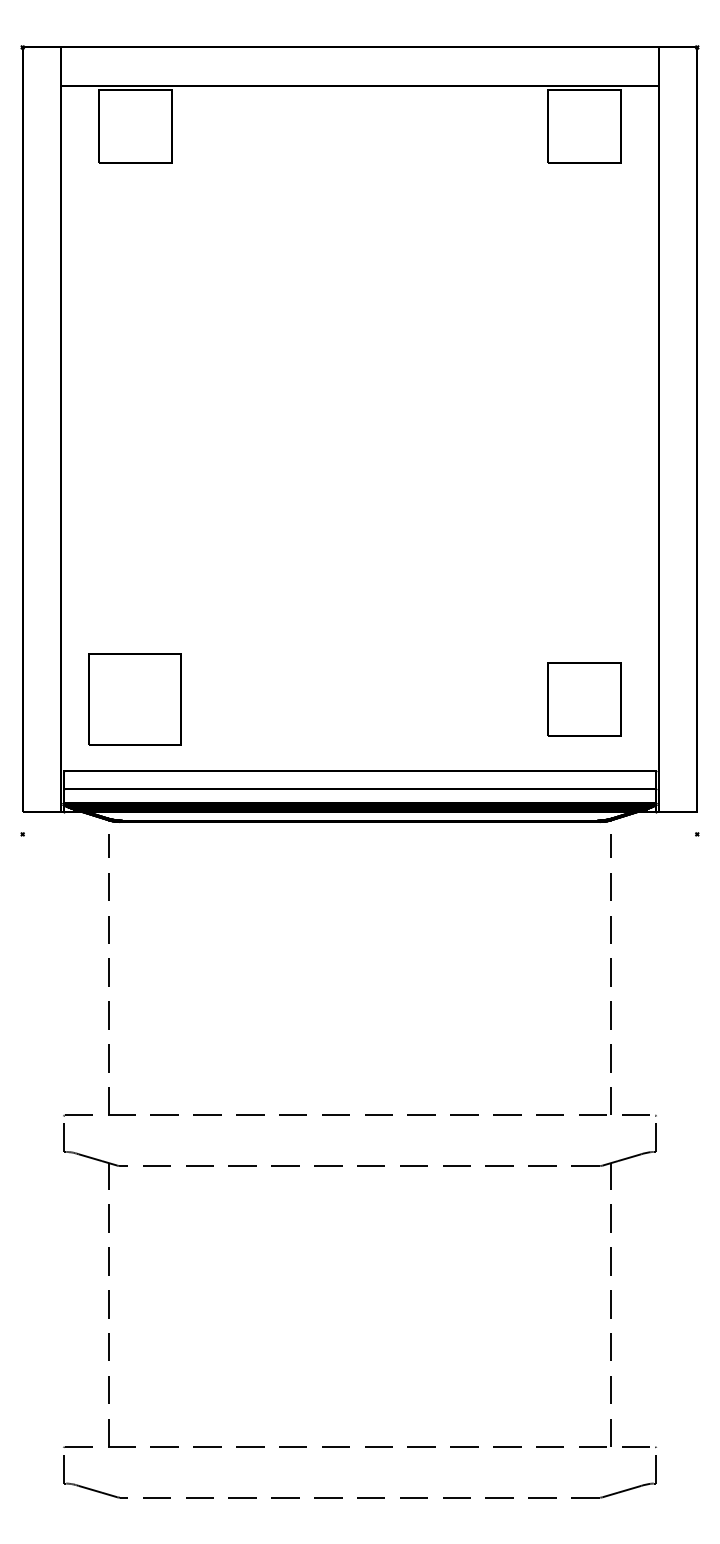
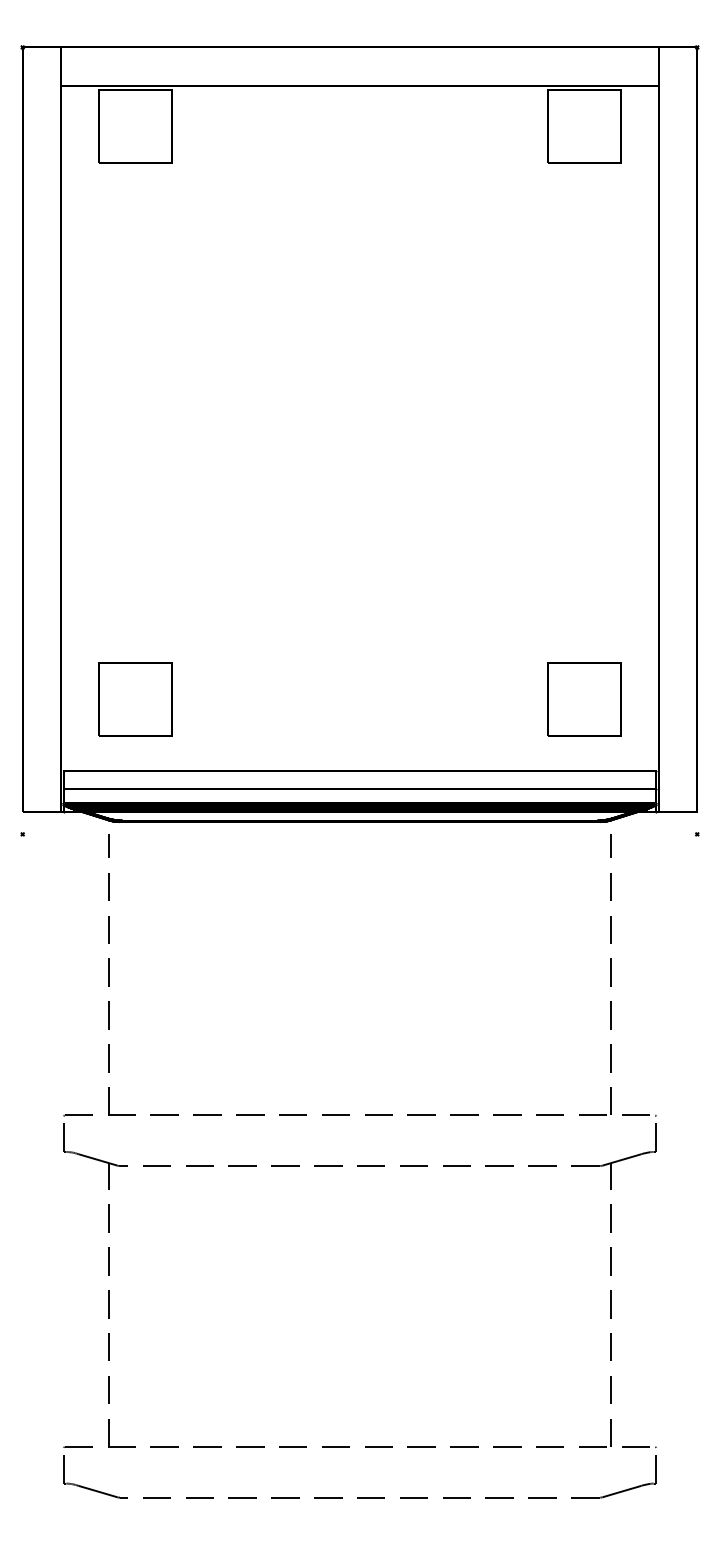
part at (134, 699) size: 94x93 px -> 75x75 px
